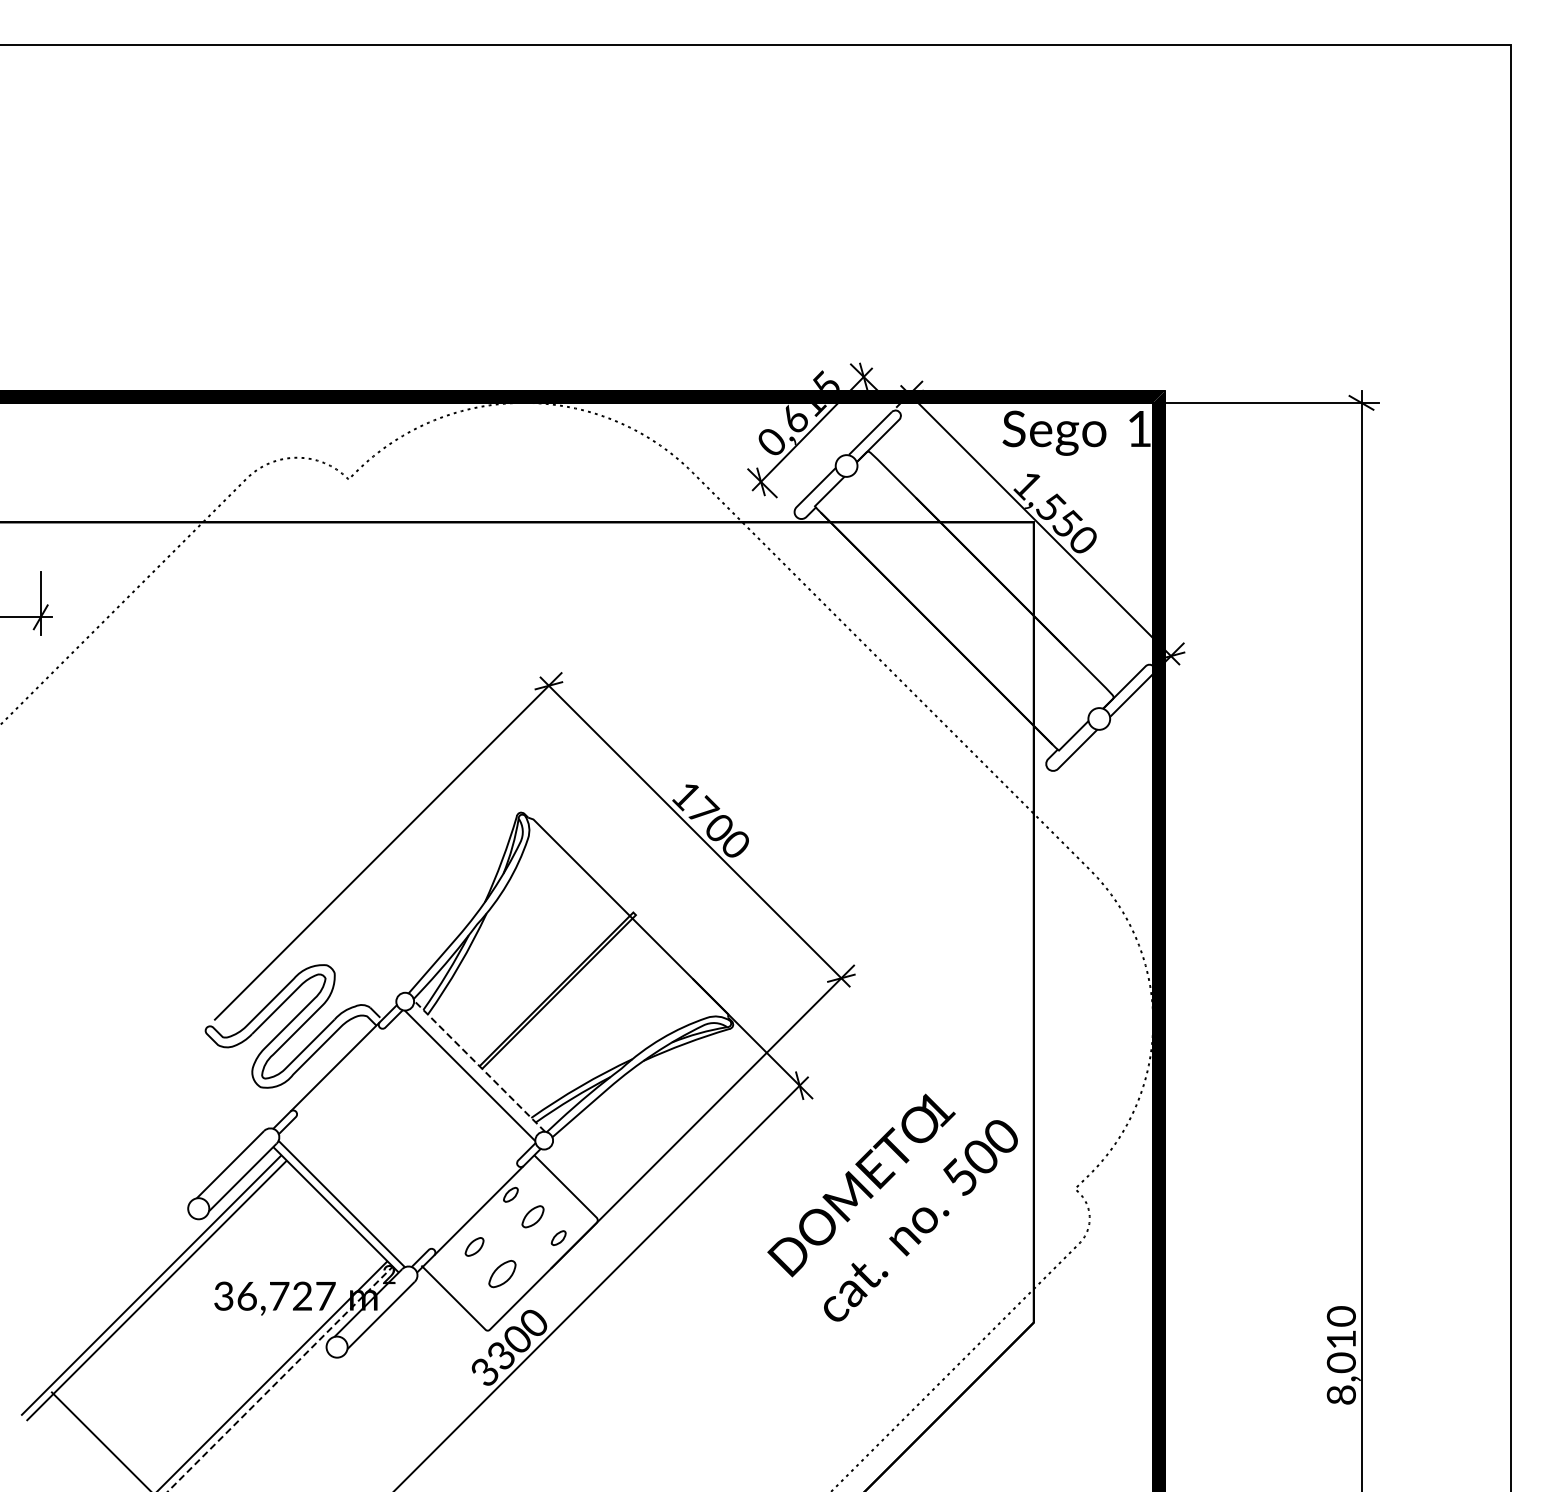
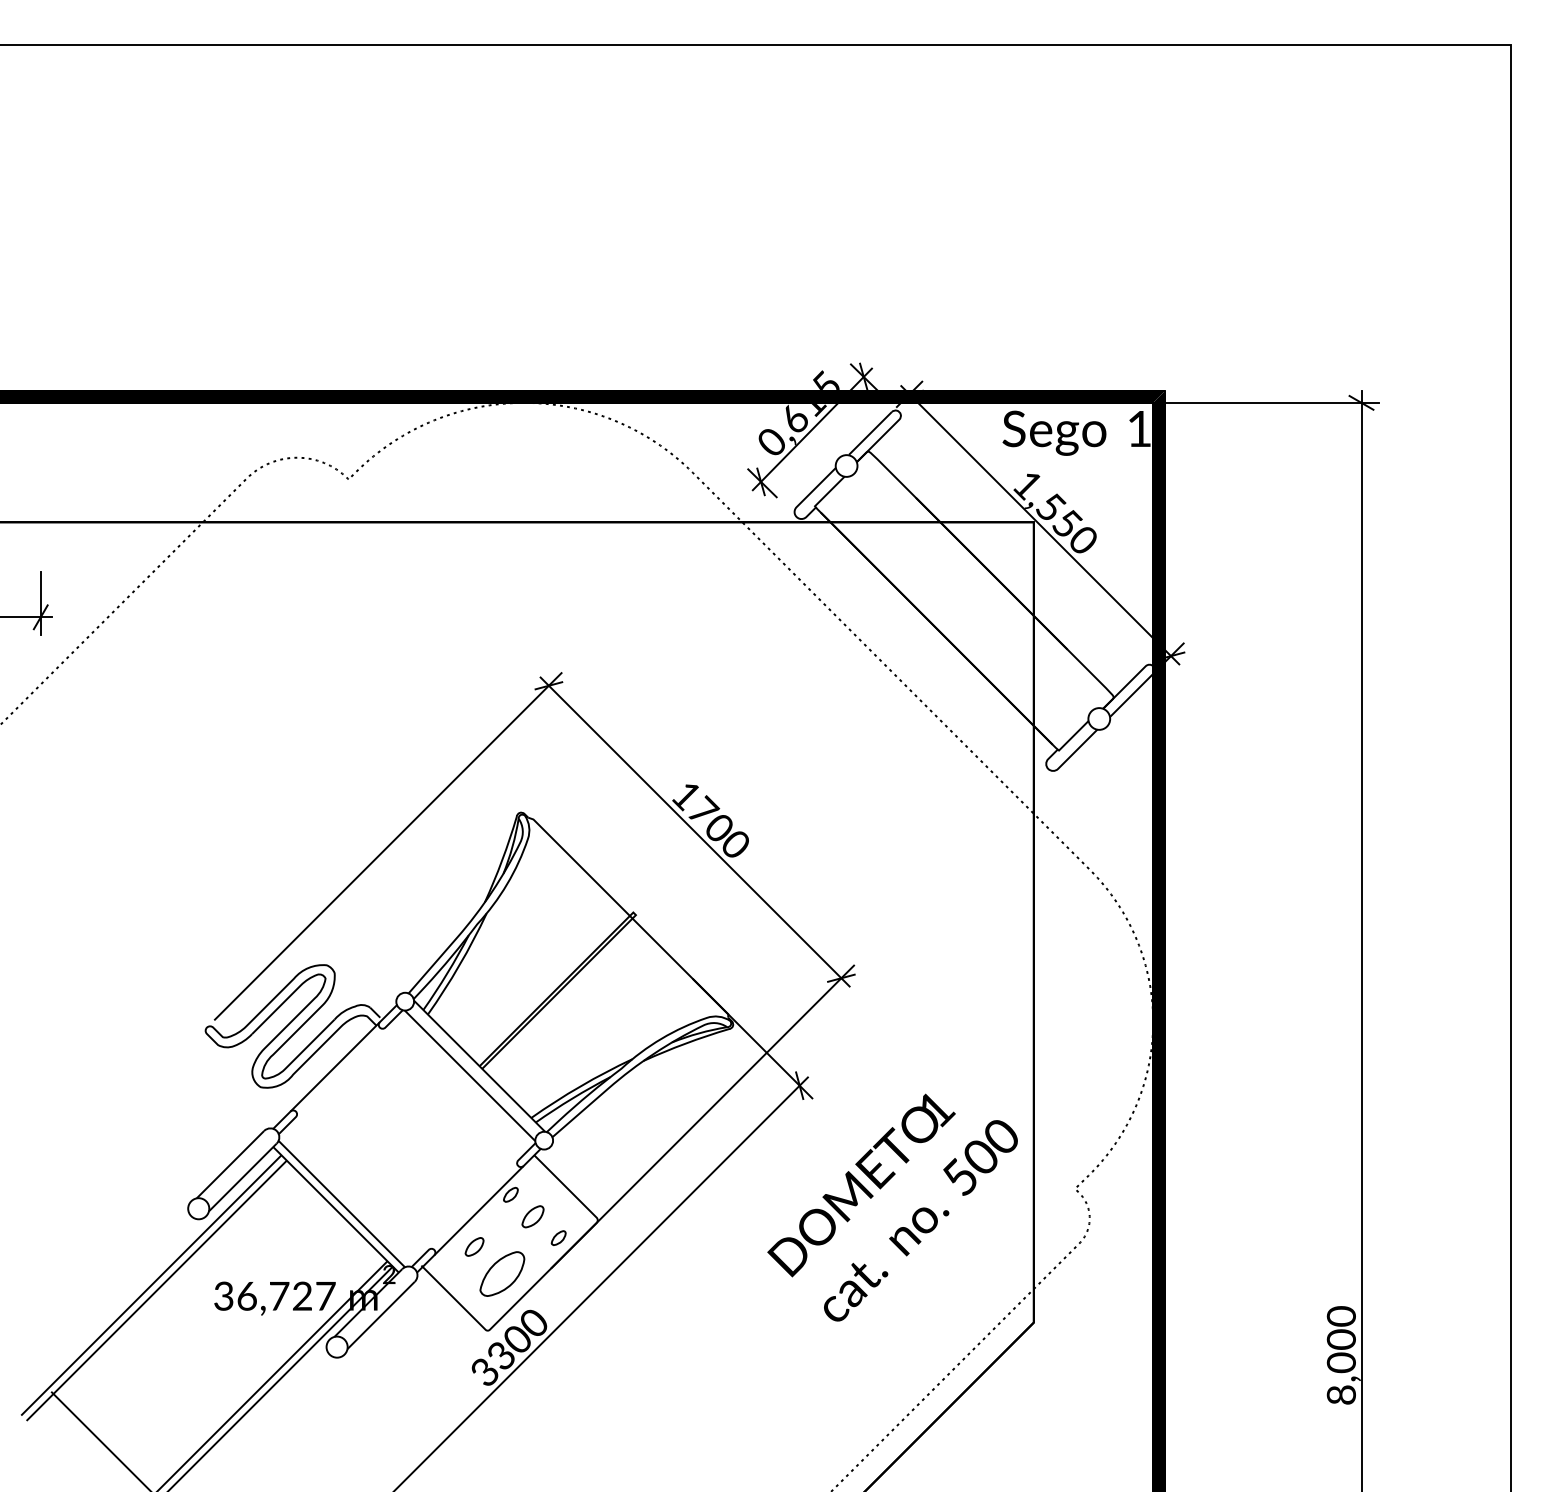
line at (479, 1066): dashed -> solid
part at (502, 1274) size: 29x29 px -> 47x46 px
text at (1340, 1339): 8,010 -> 8,000
line at (280, 1378): dashed -> solid
